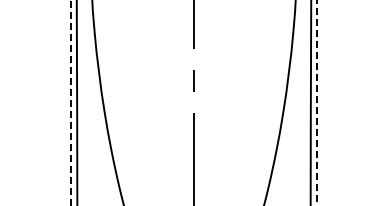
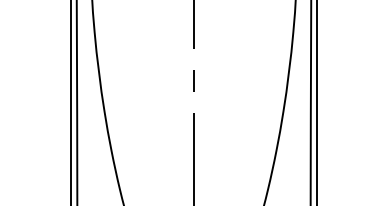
line at (317, 102): dashed -> solid
line at (70, 103): dashed -> solid
